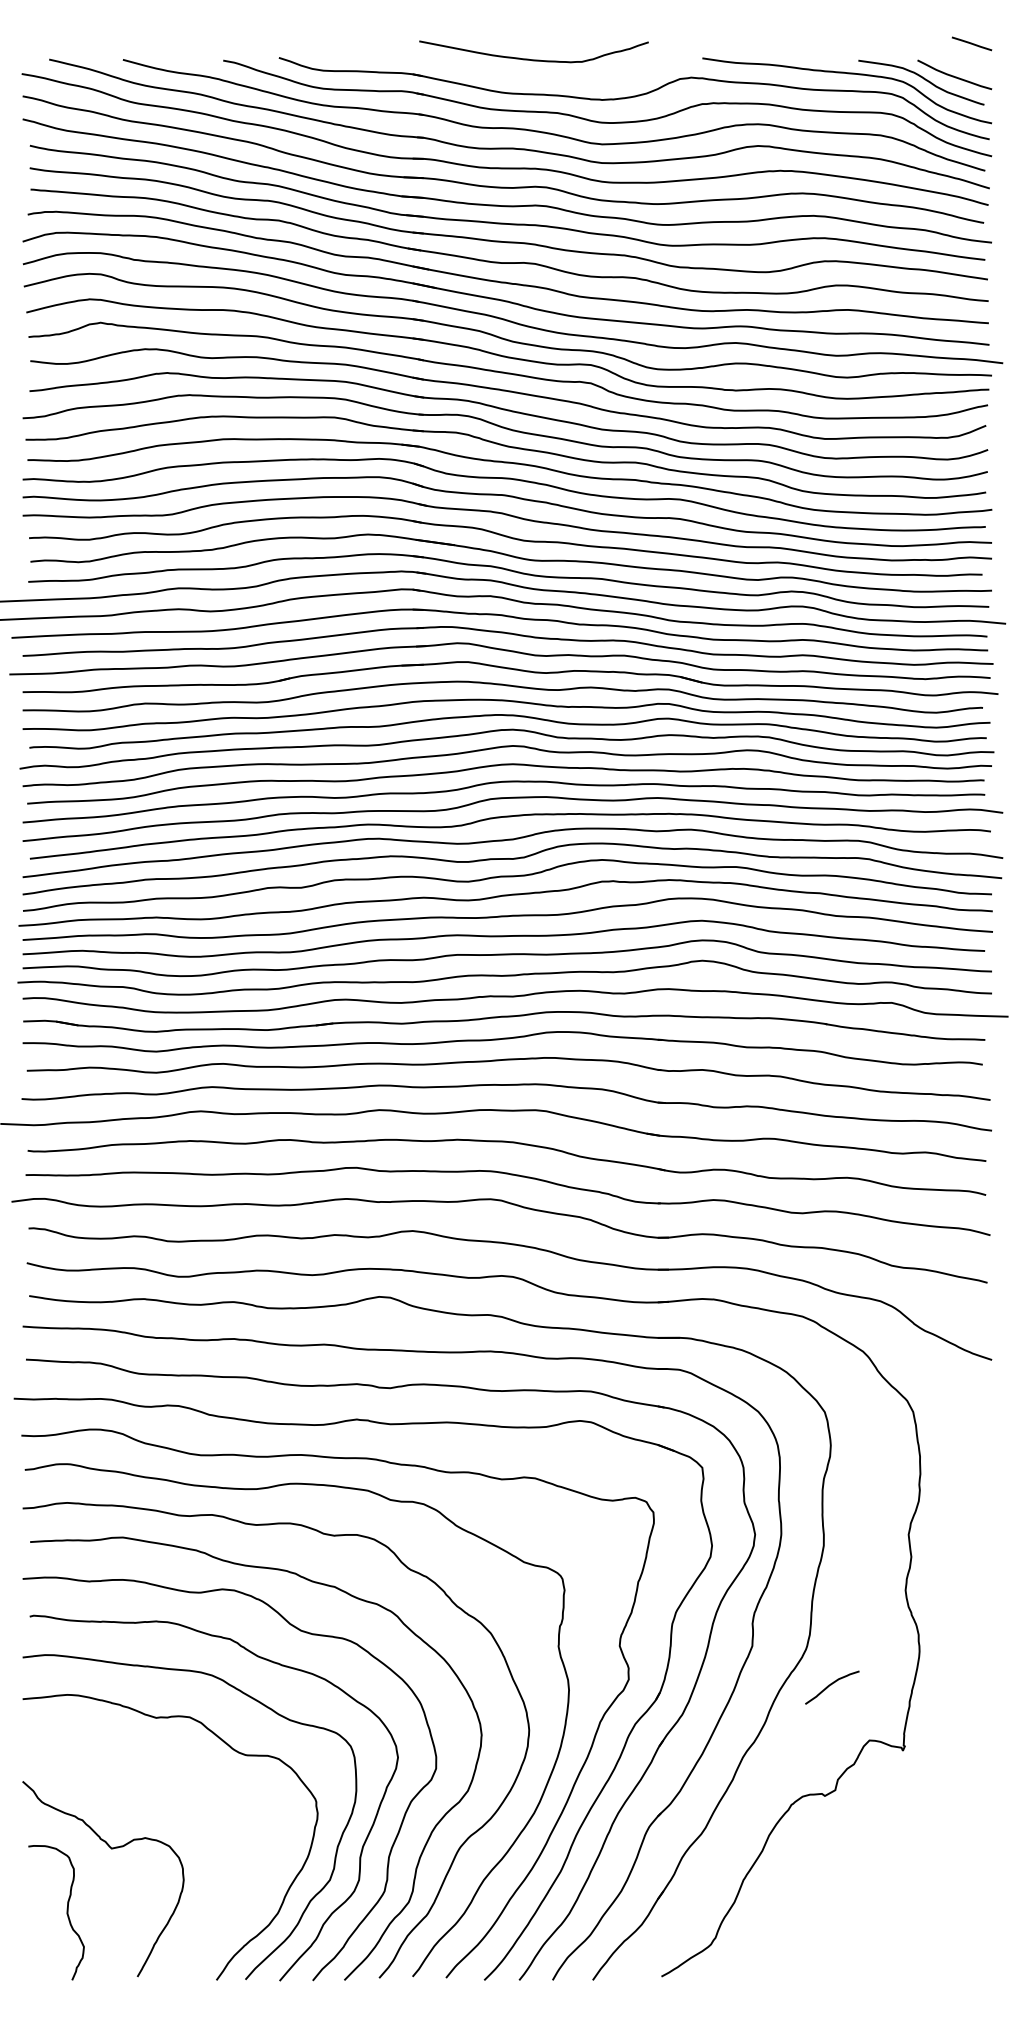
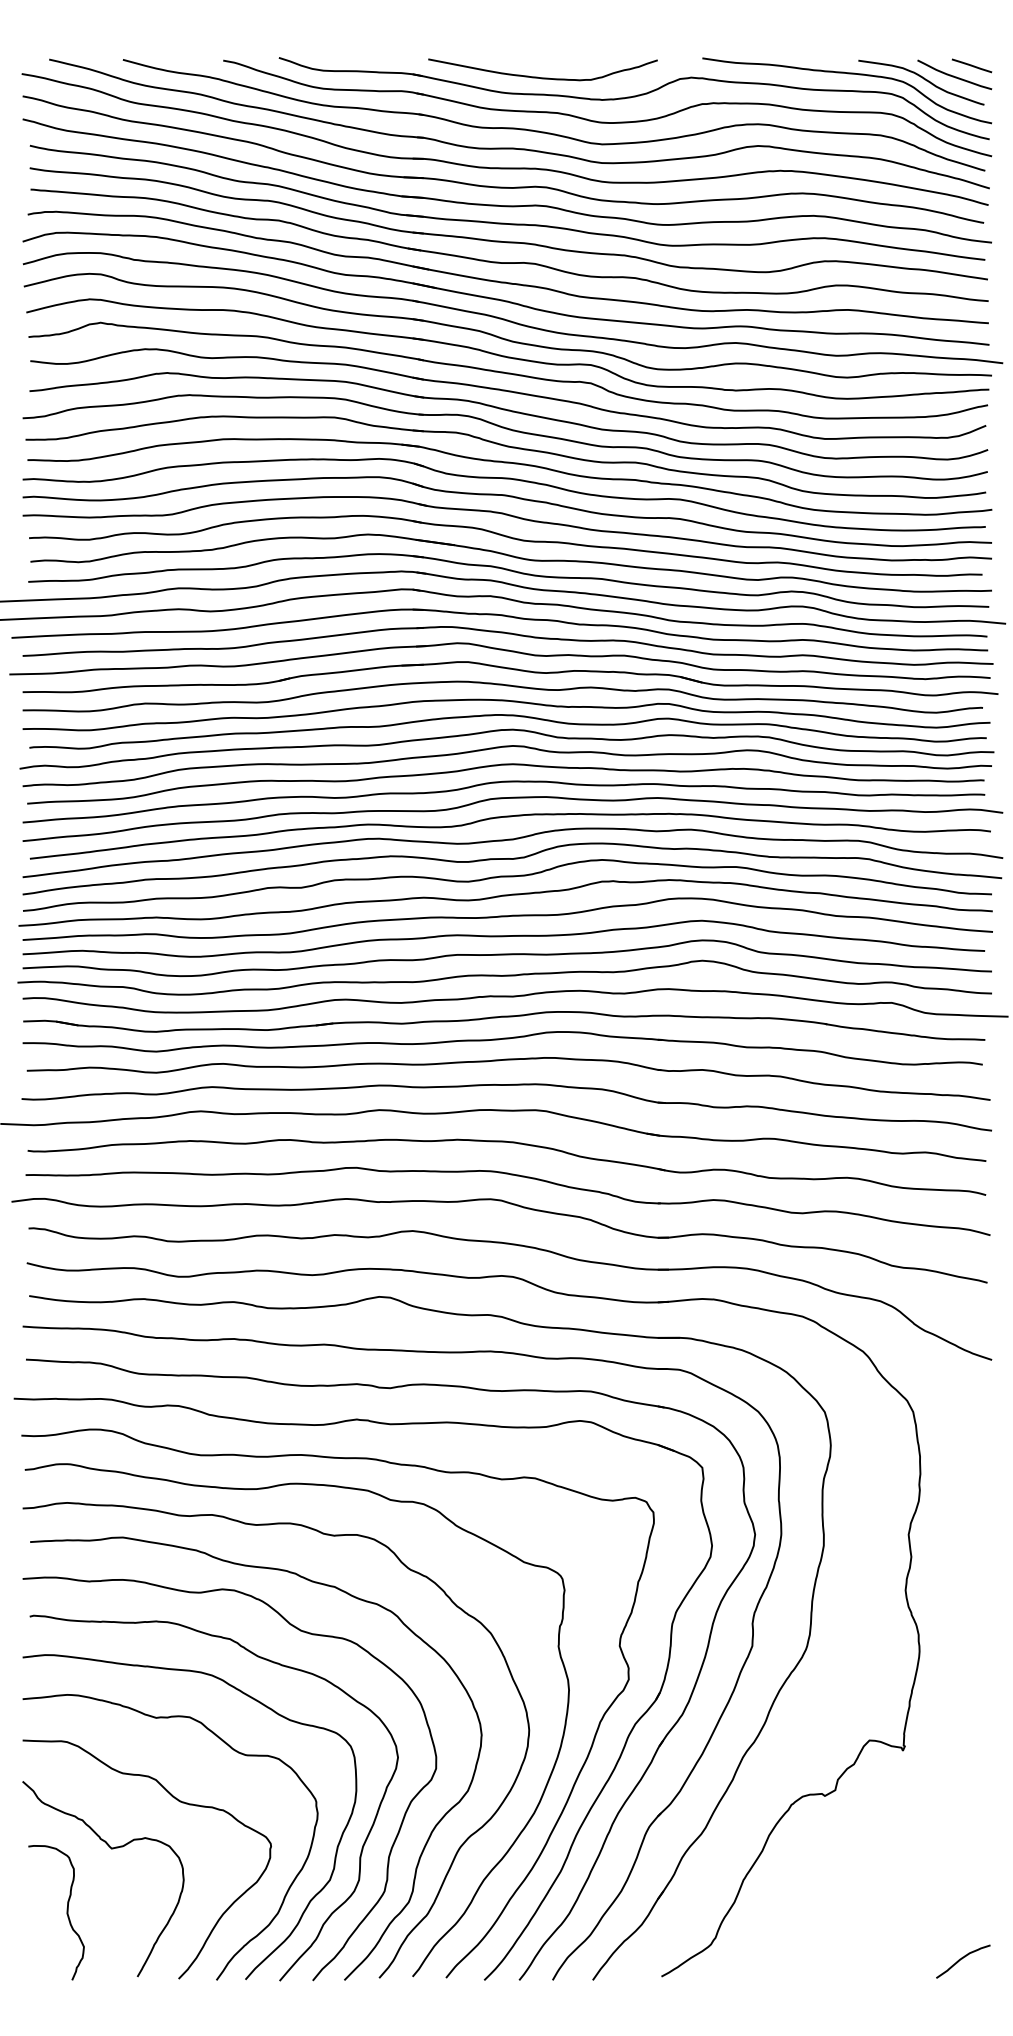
line at (971, 43) position: (971, 43) -> (971, 65)
curve at (533, 59) position: (533, 59) -> (542, 77)
curve at (831, 1685) position: (831, 1685) -> (962, 1959)
curve at (178, 1801): none -> present
